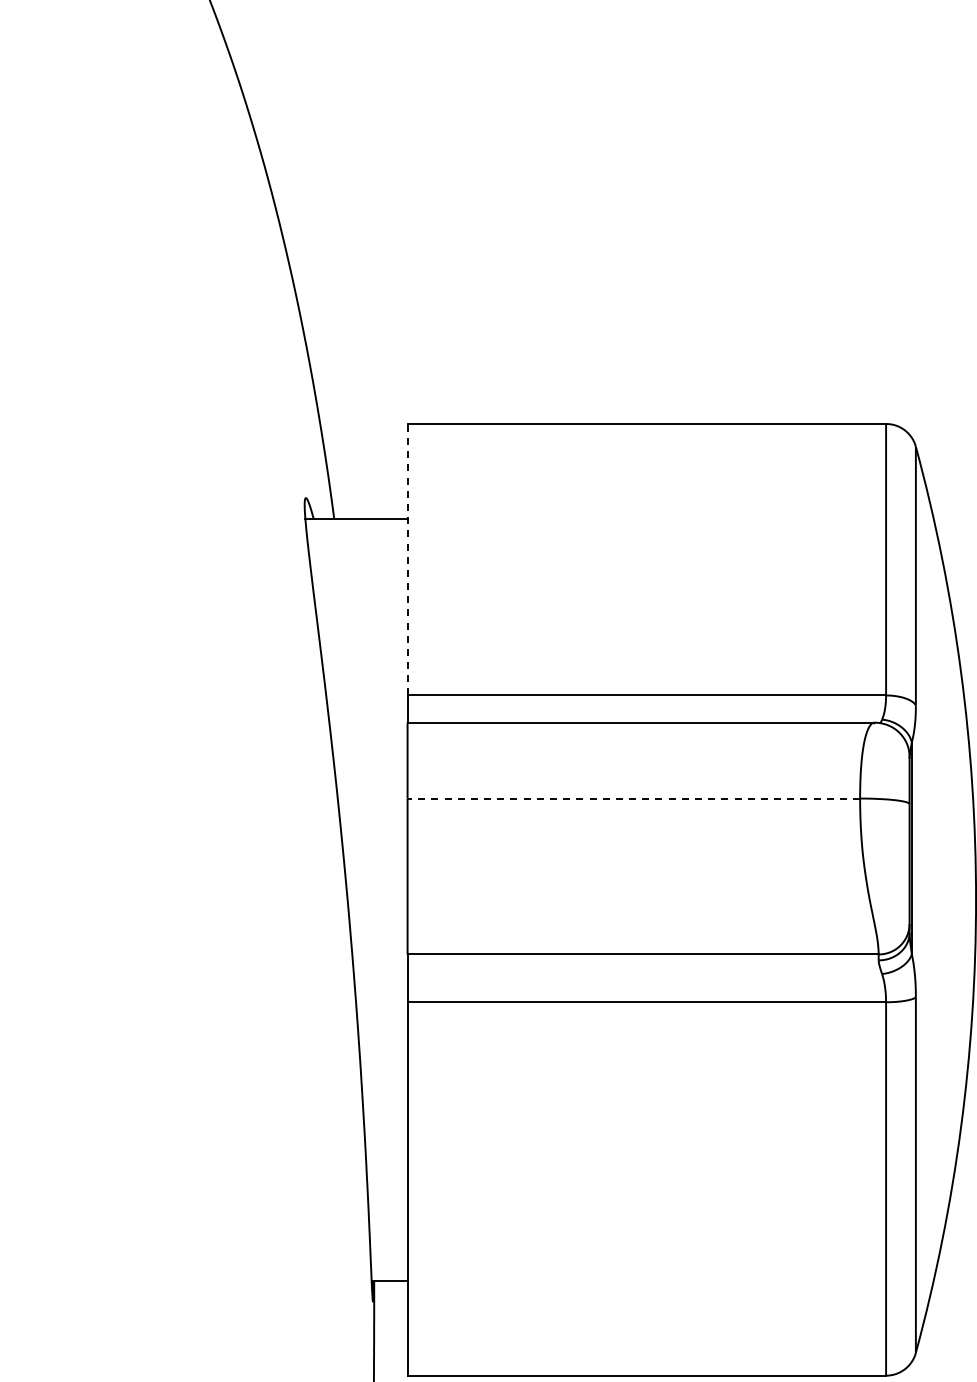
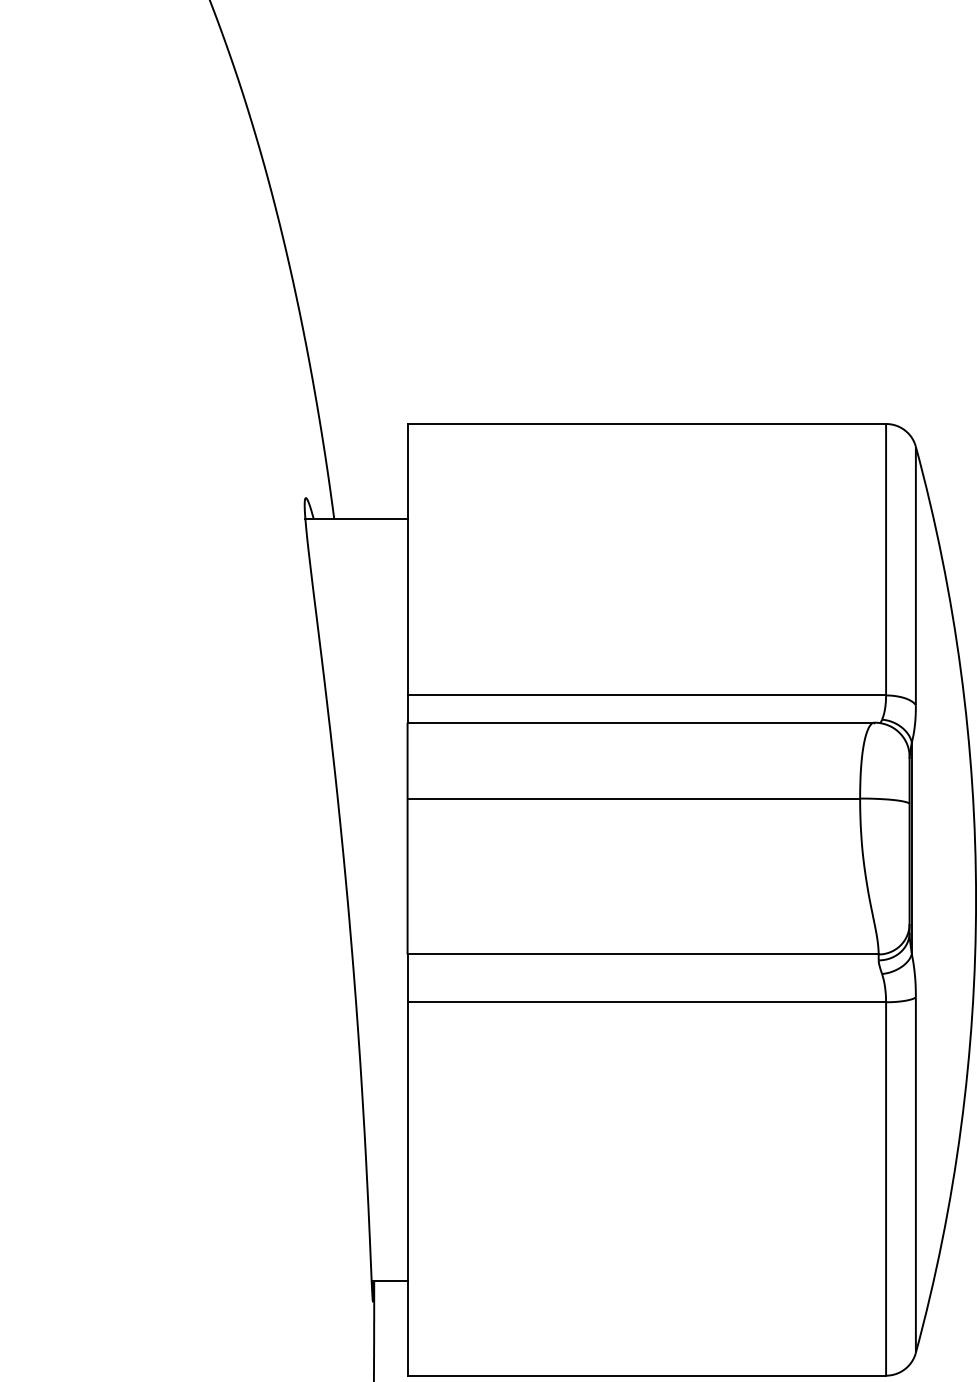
line at (407, 559): dashed -> solid
line at (633, 798): dashed -> solid
